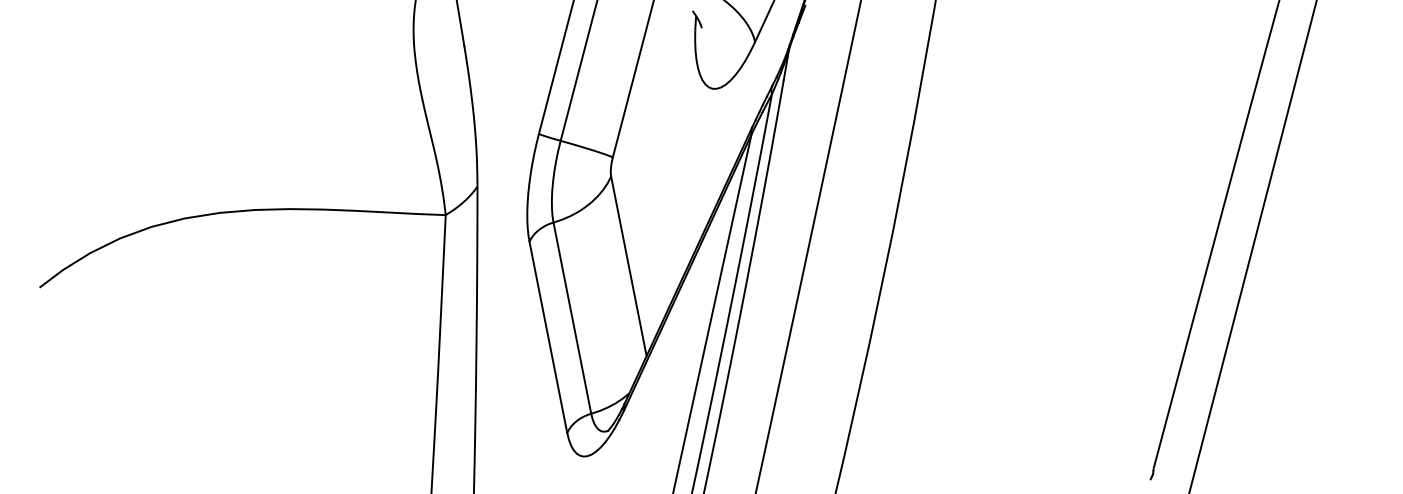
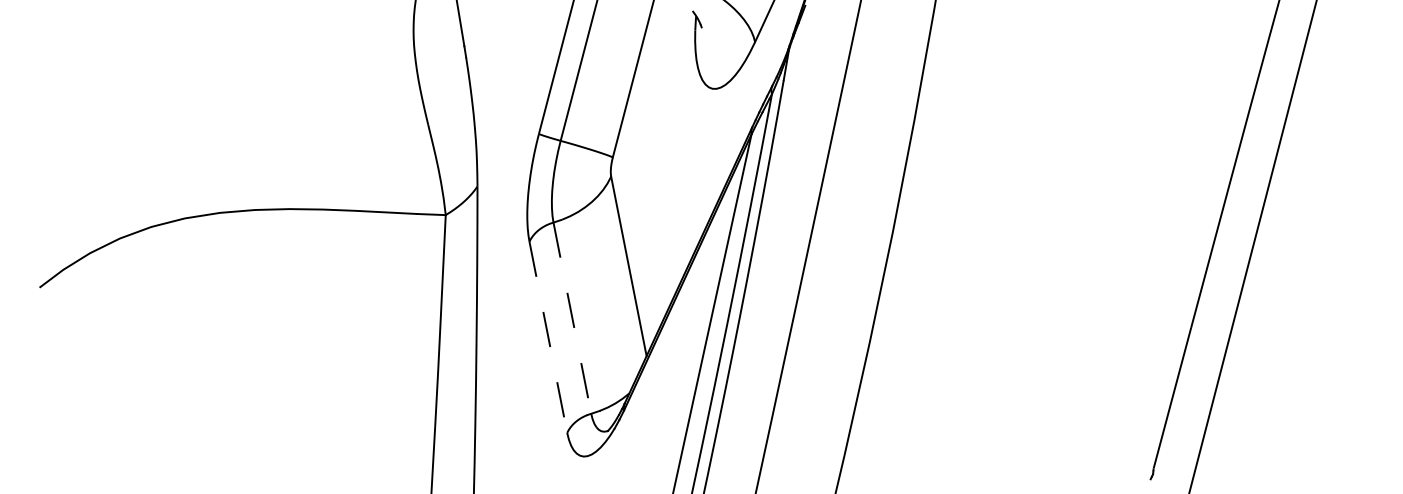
line at (572, 318): solid -> dashed
line at (548, 337): solid -> dashed
